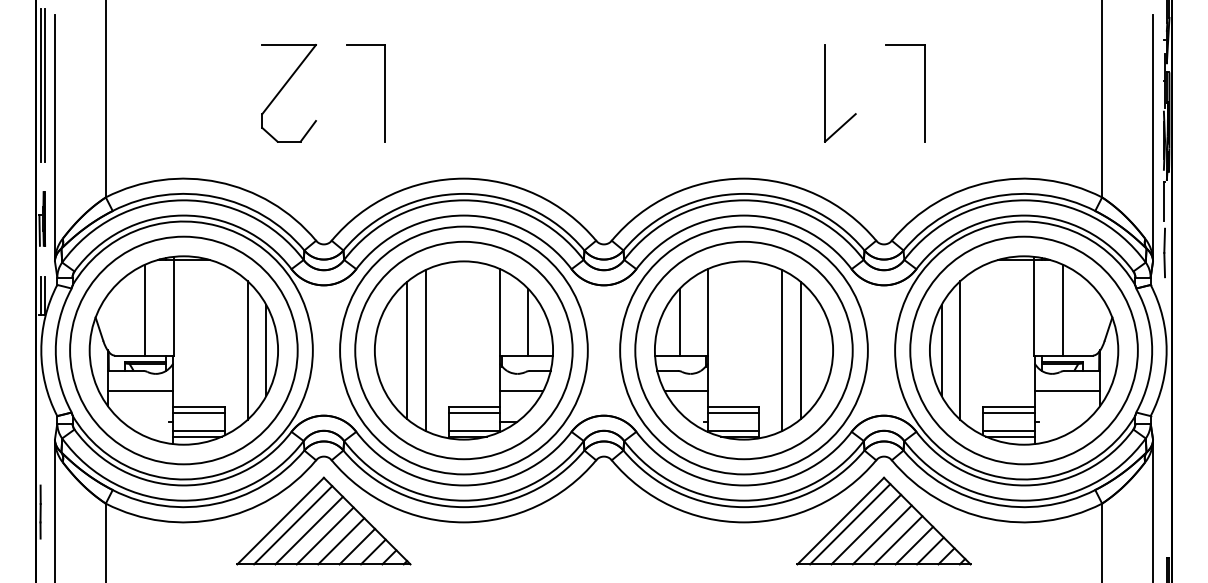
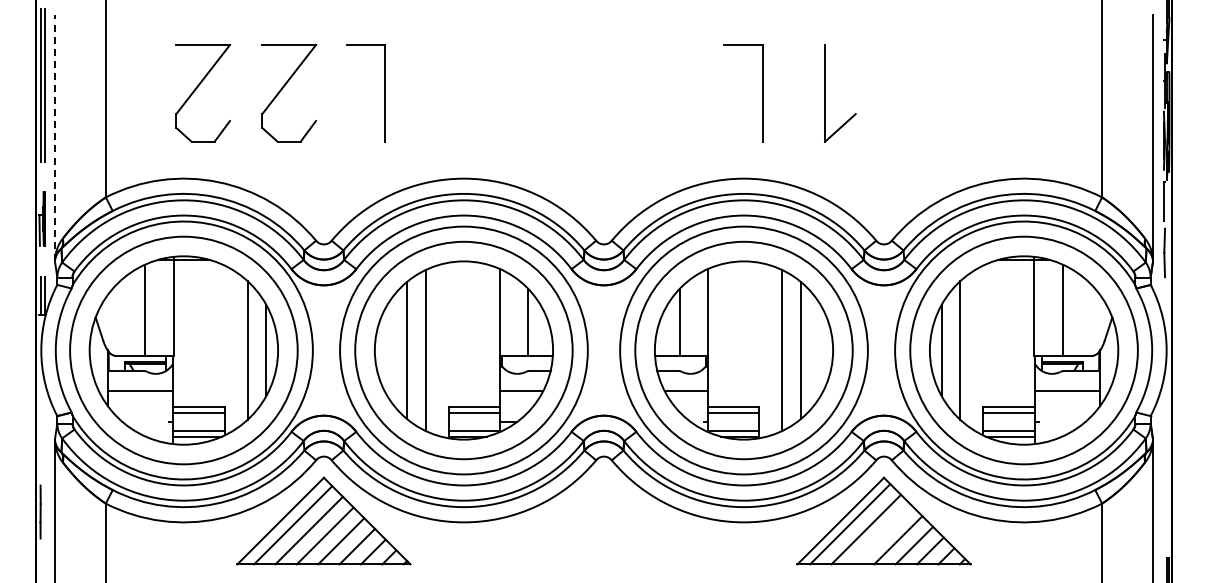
part at (197, 88): none -> present
part at (924, 93) position: (924, 93) -> (762, 93)
line at (54, 138): solid -> dashed
line at (881, 534): present -> none
